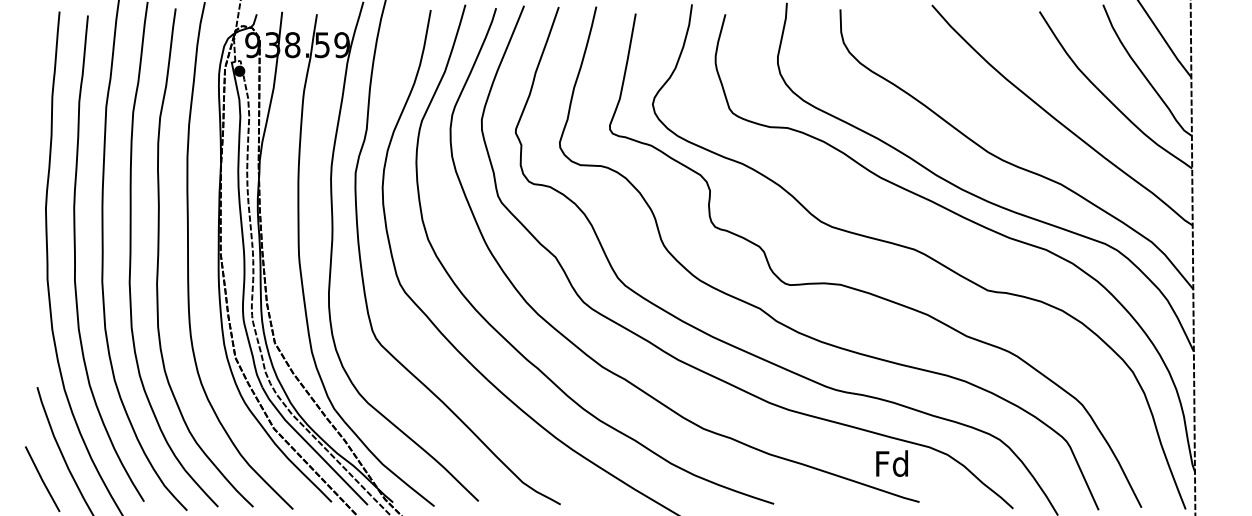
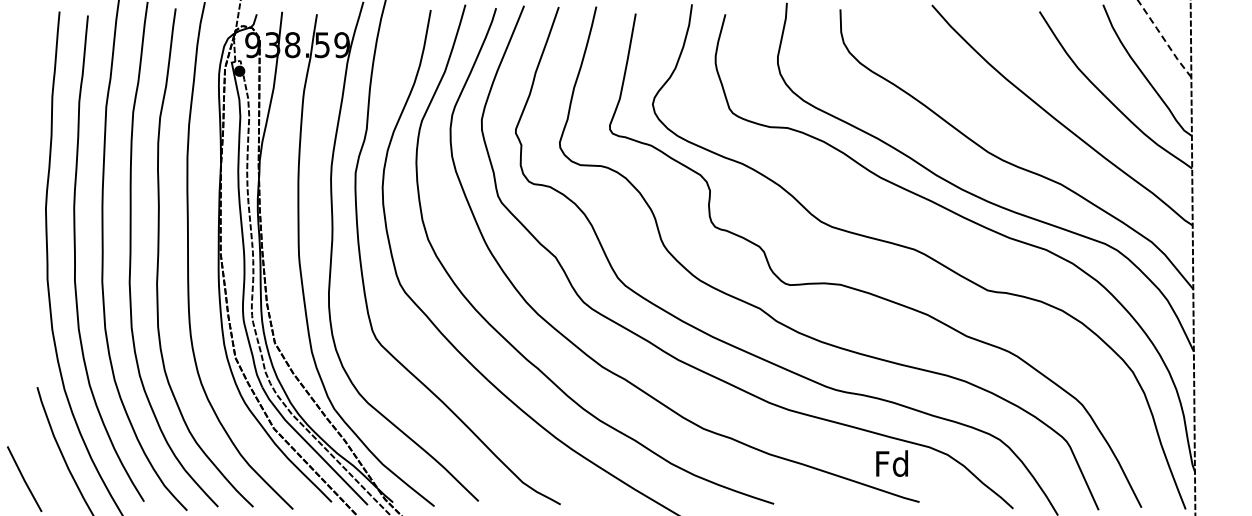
line at (1164, 39): solid -> dashed
line at (42, 478) position: (42, 478) -> (24, 478)
